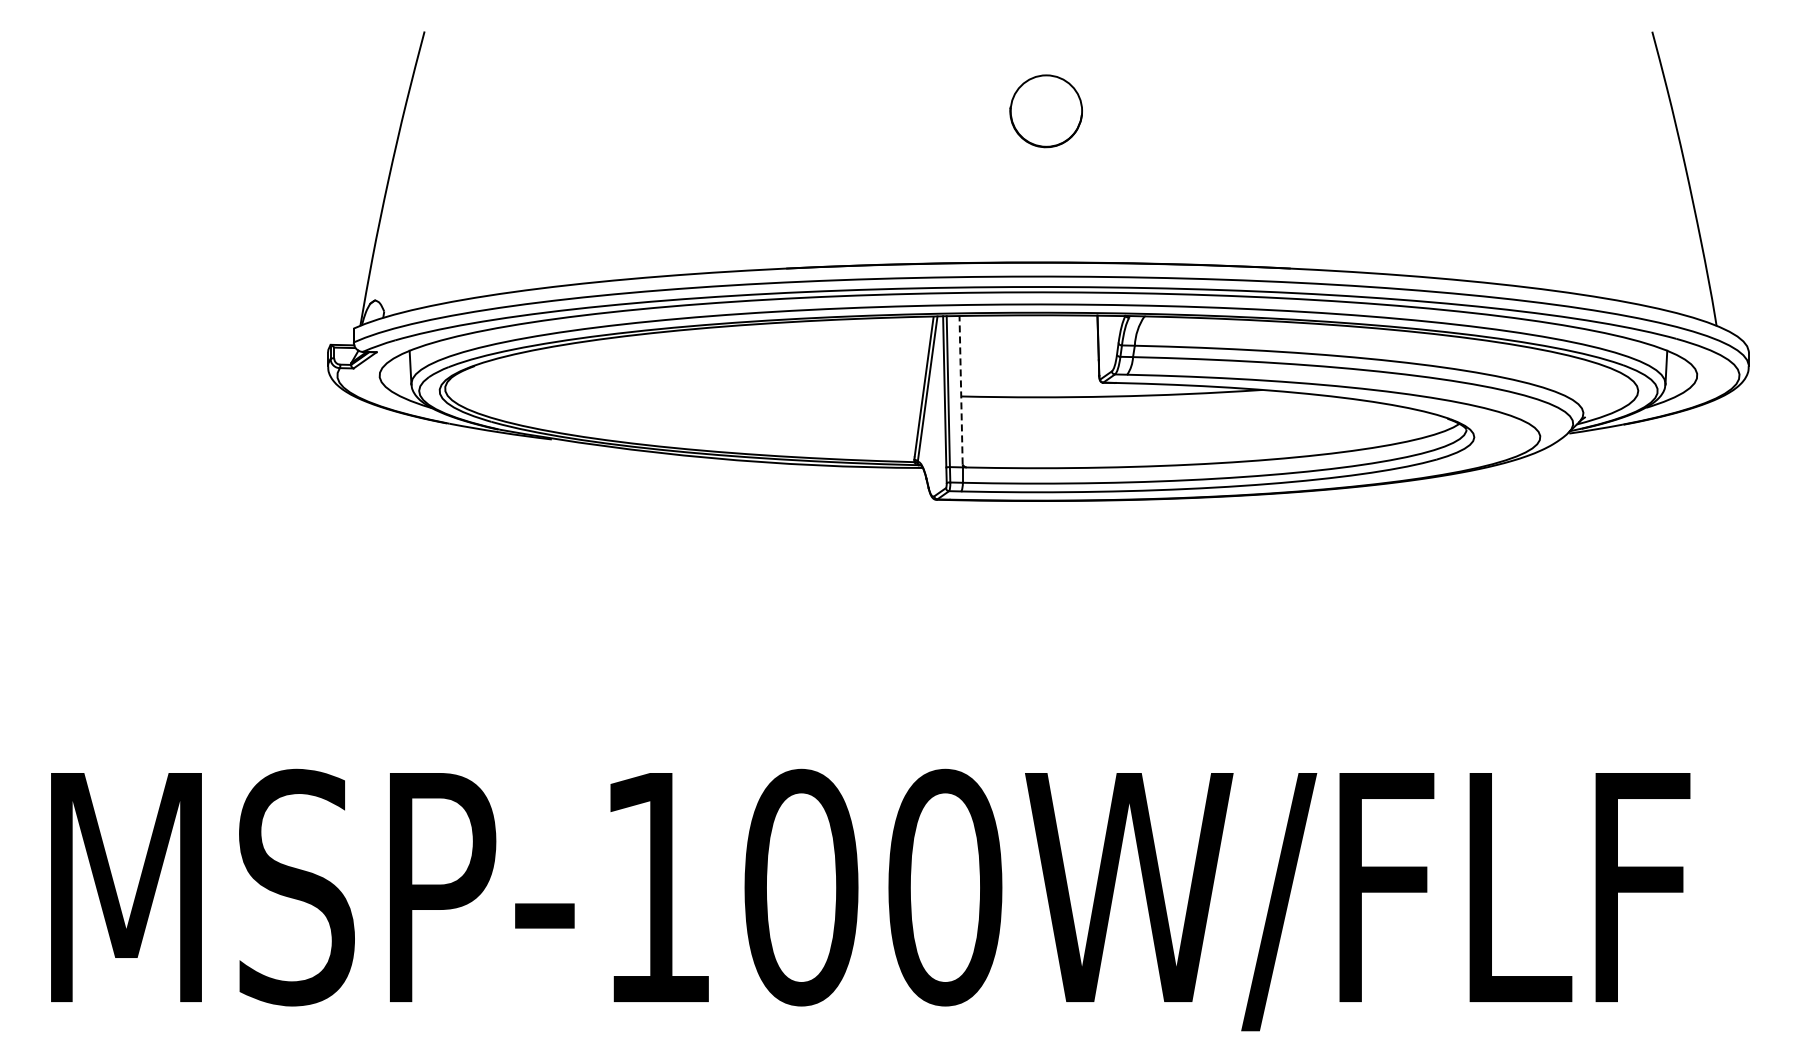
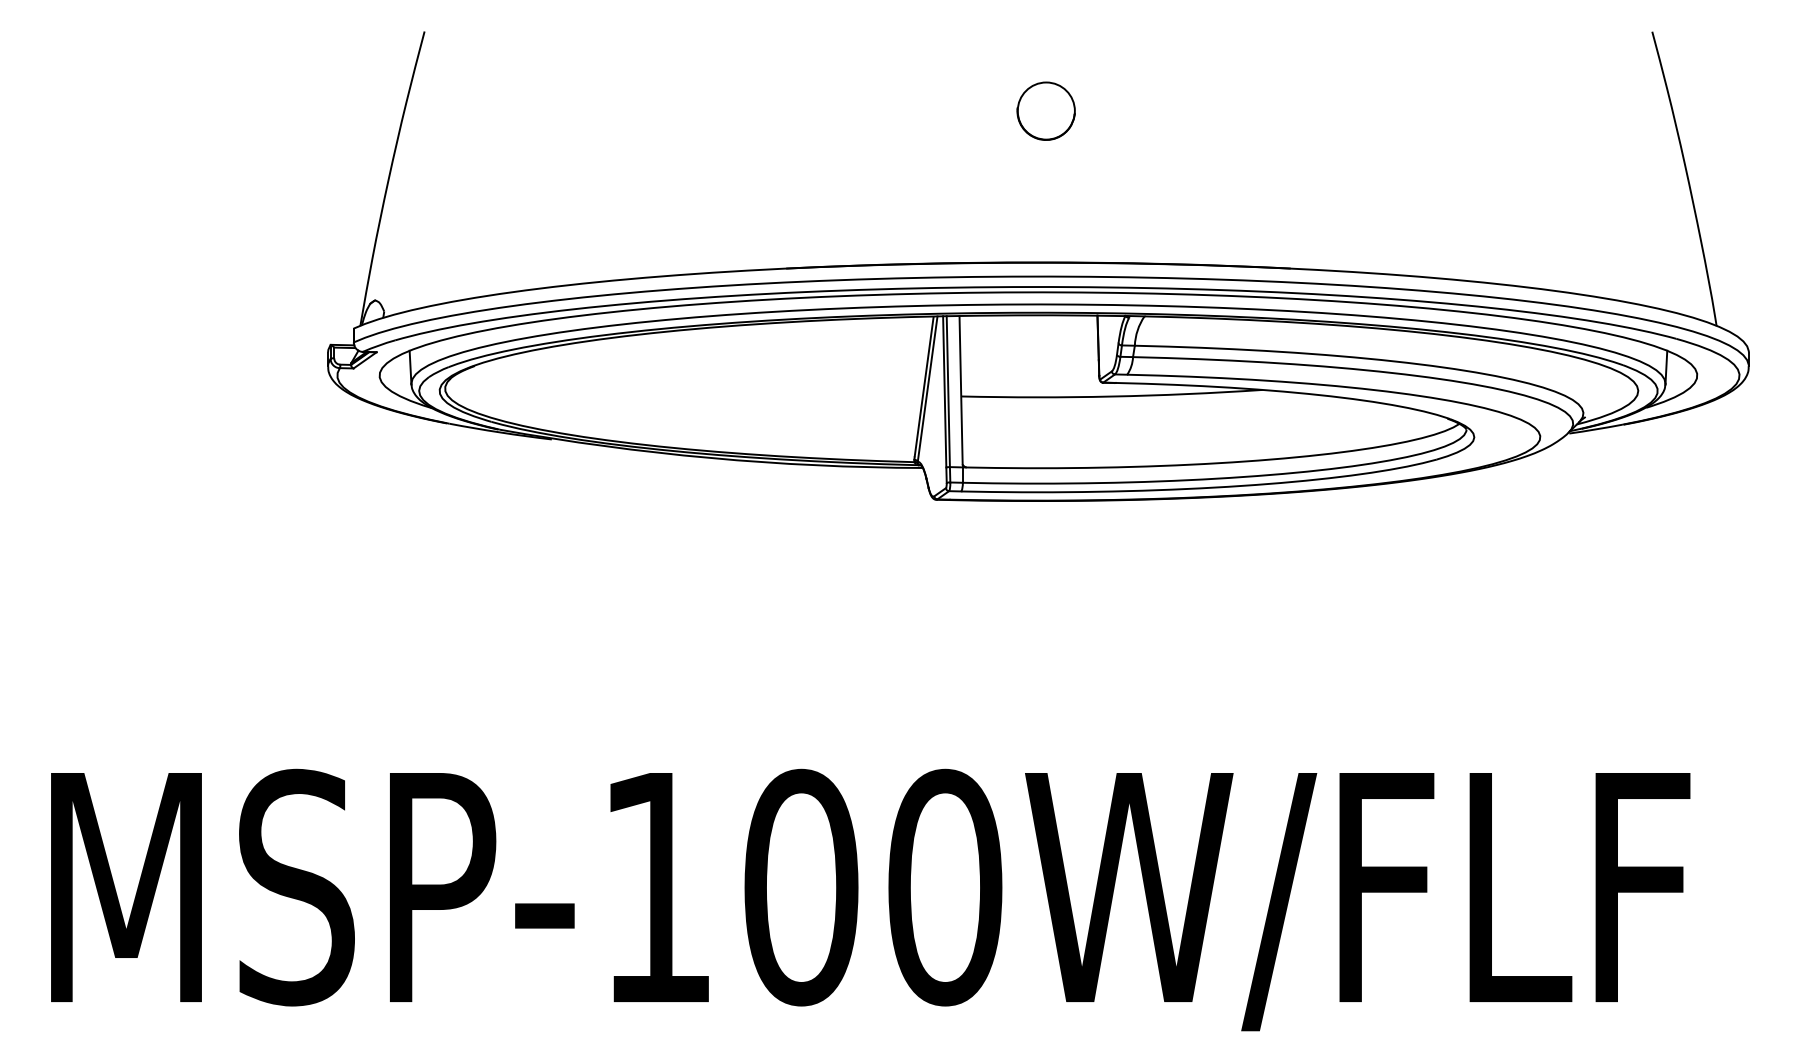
circle at (1045, 111) size: 74x75 px -> 60x60 px
line at (961, 389): dashed -> solid
